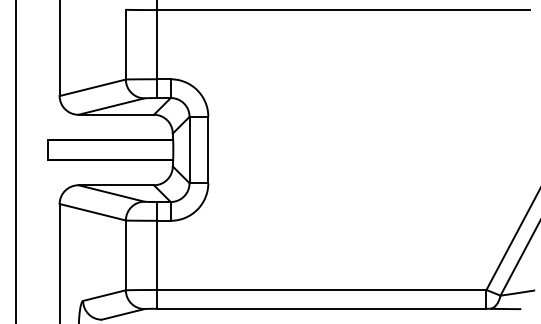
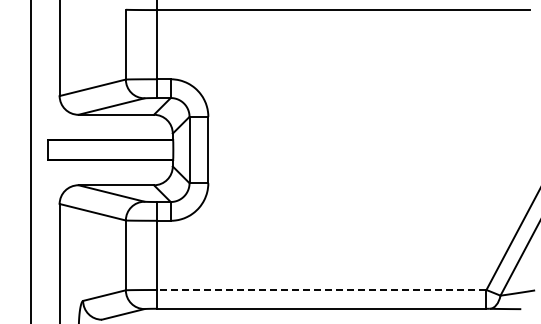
line at (16, 161) position: (16, 161) -> (31, 161)
line at (321, 290): solid -> dashed
